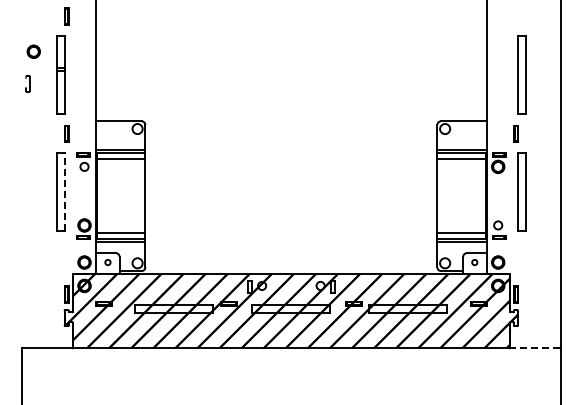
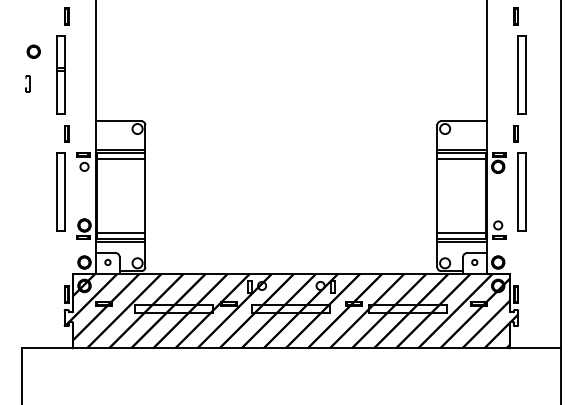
part at (515, 16): none -> present
line at (65, 191): dashed -> solid
line at (535, 348): dashed -> solid
